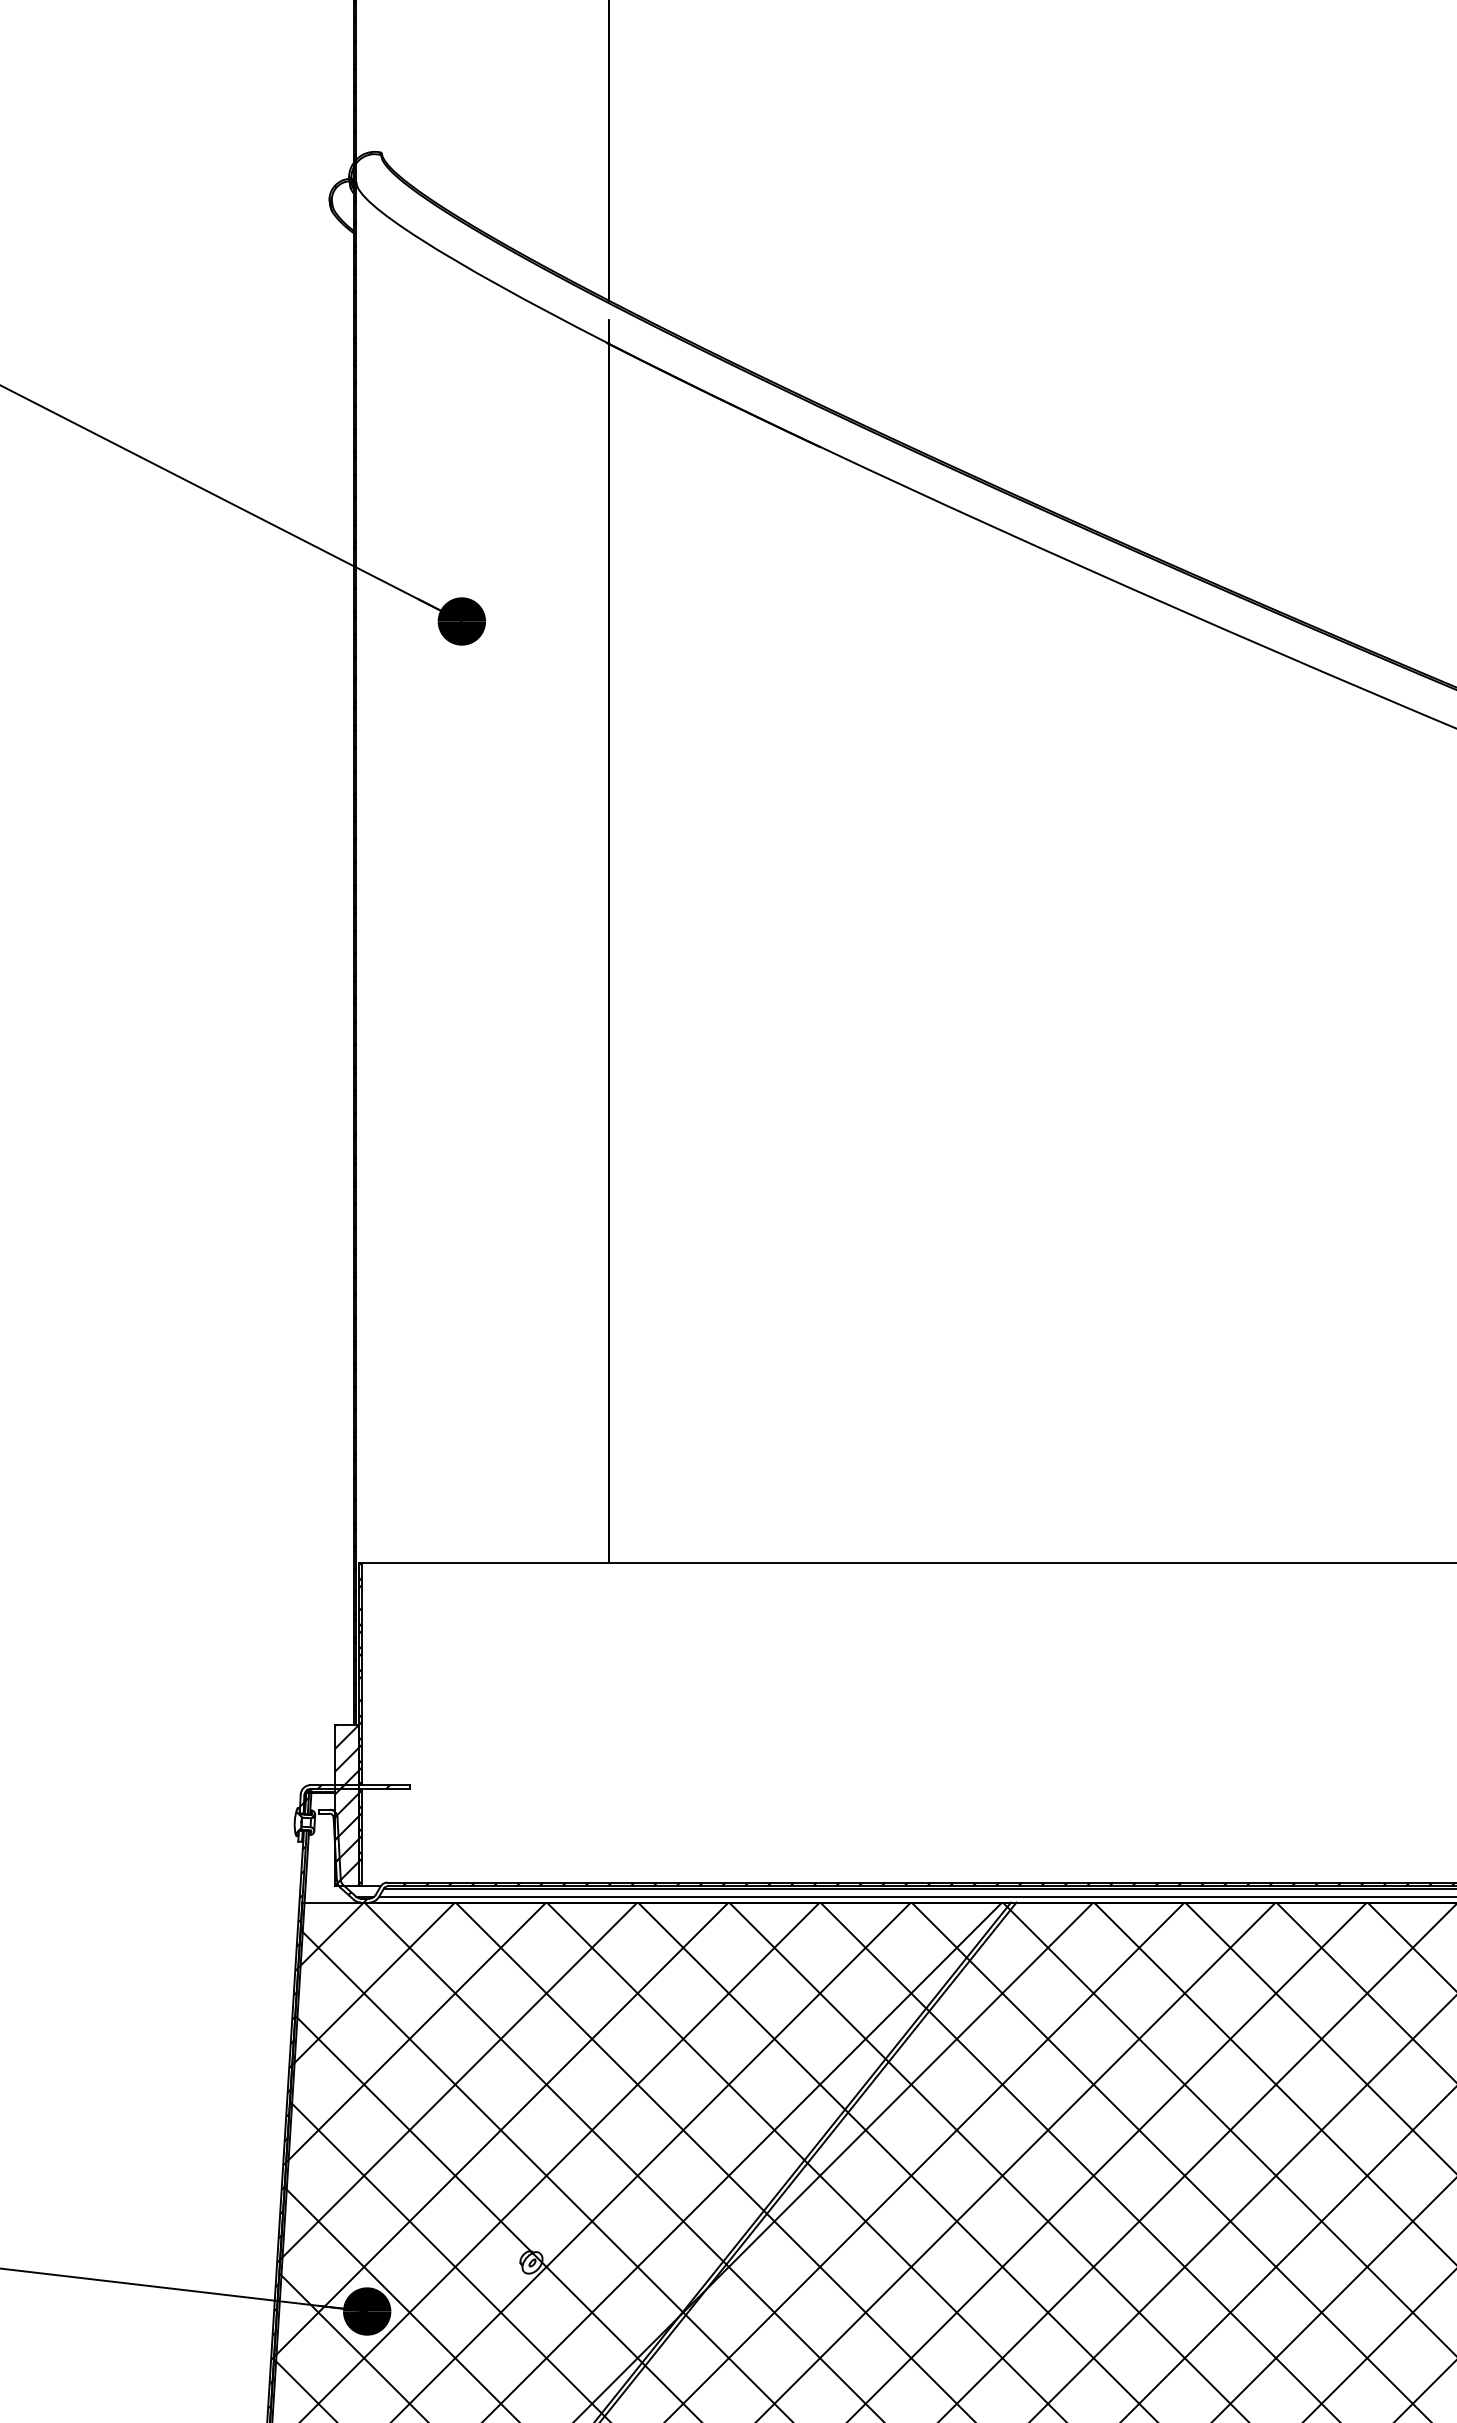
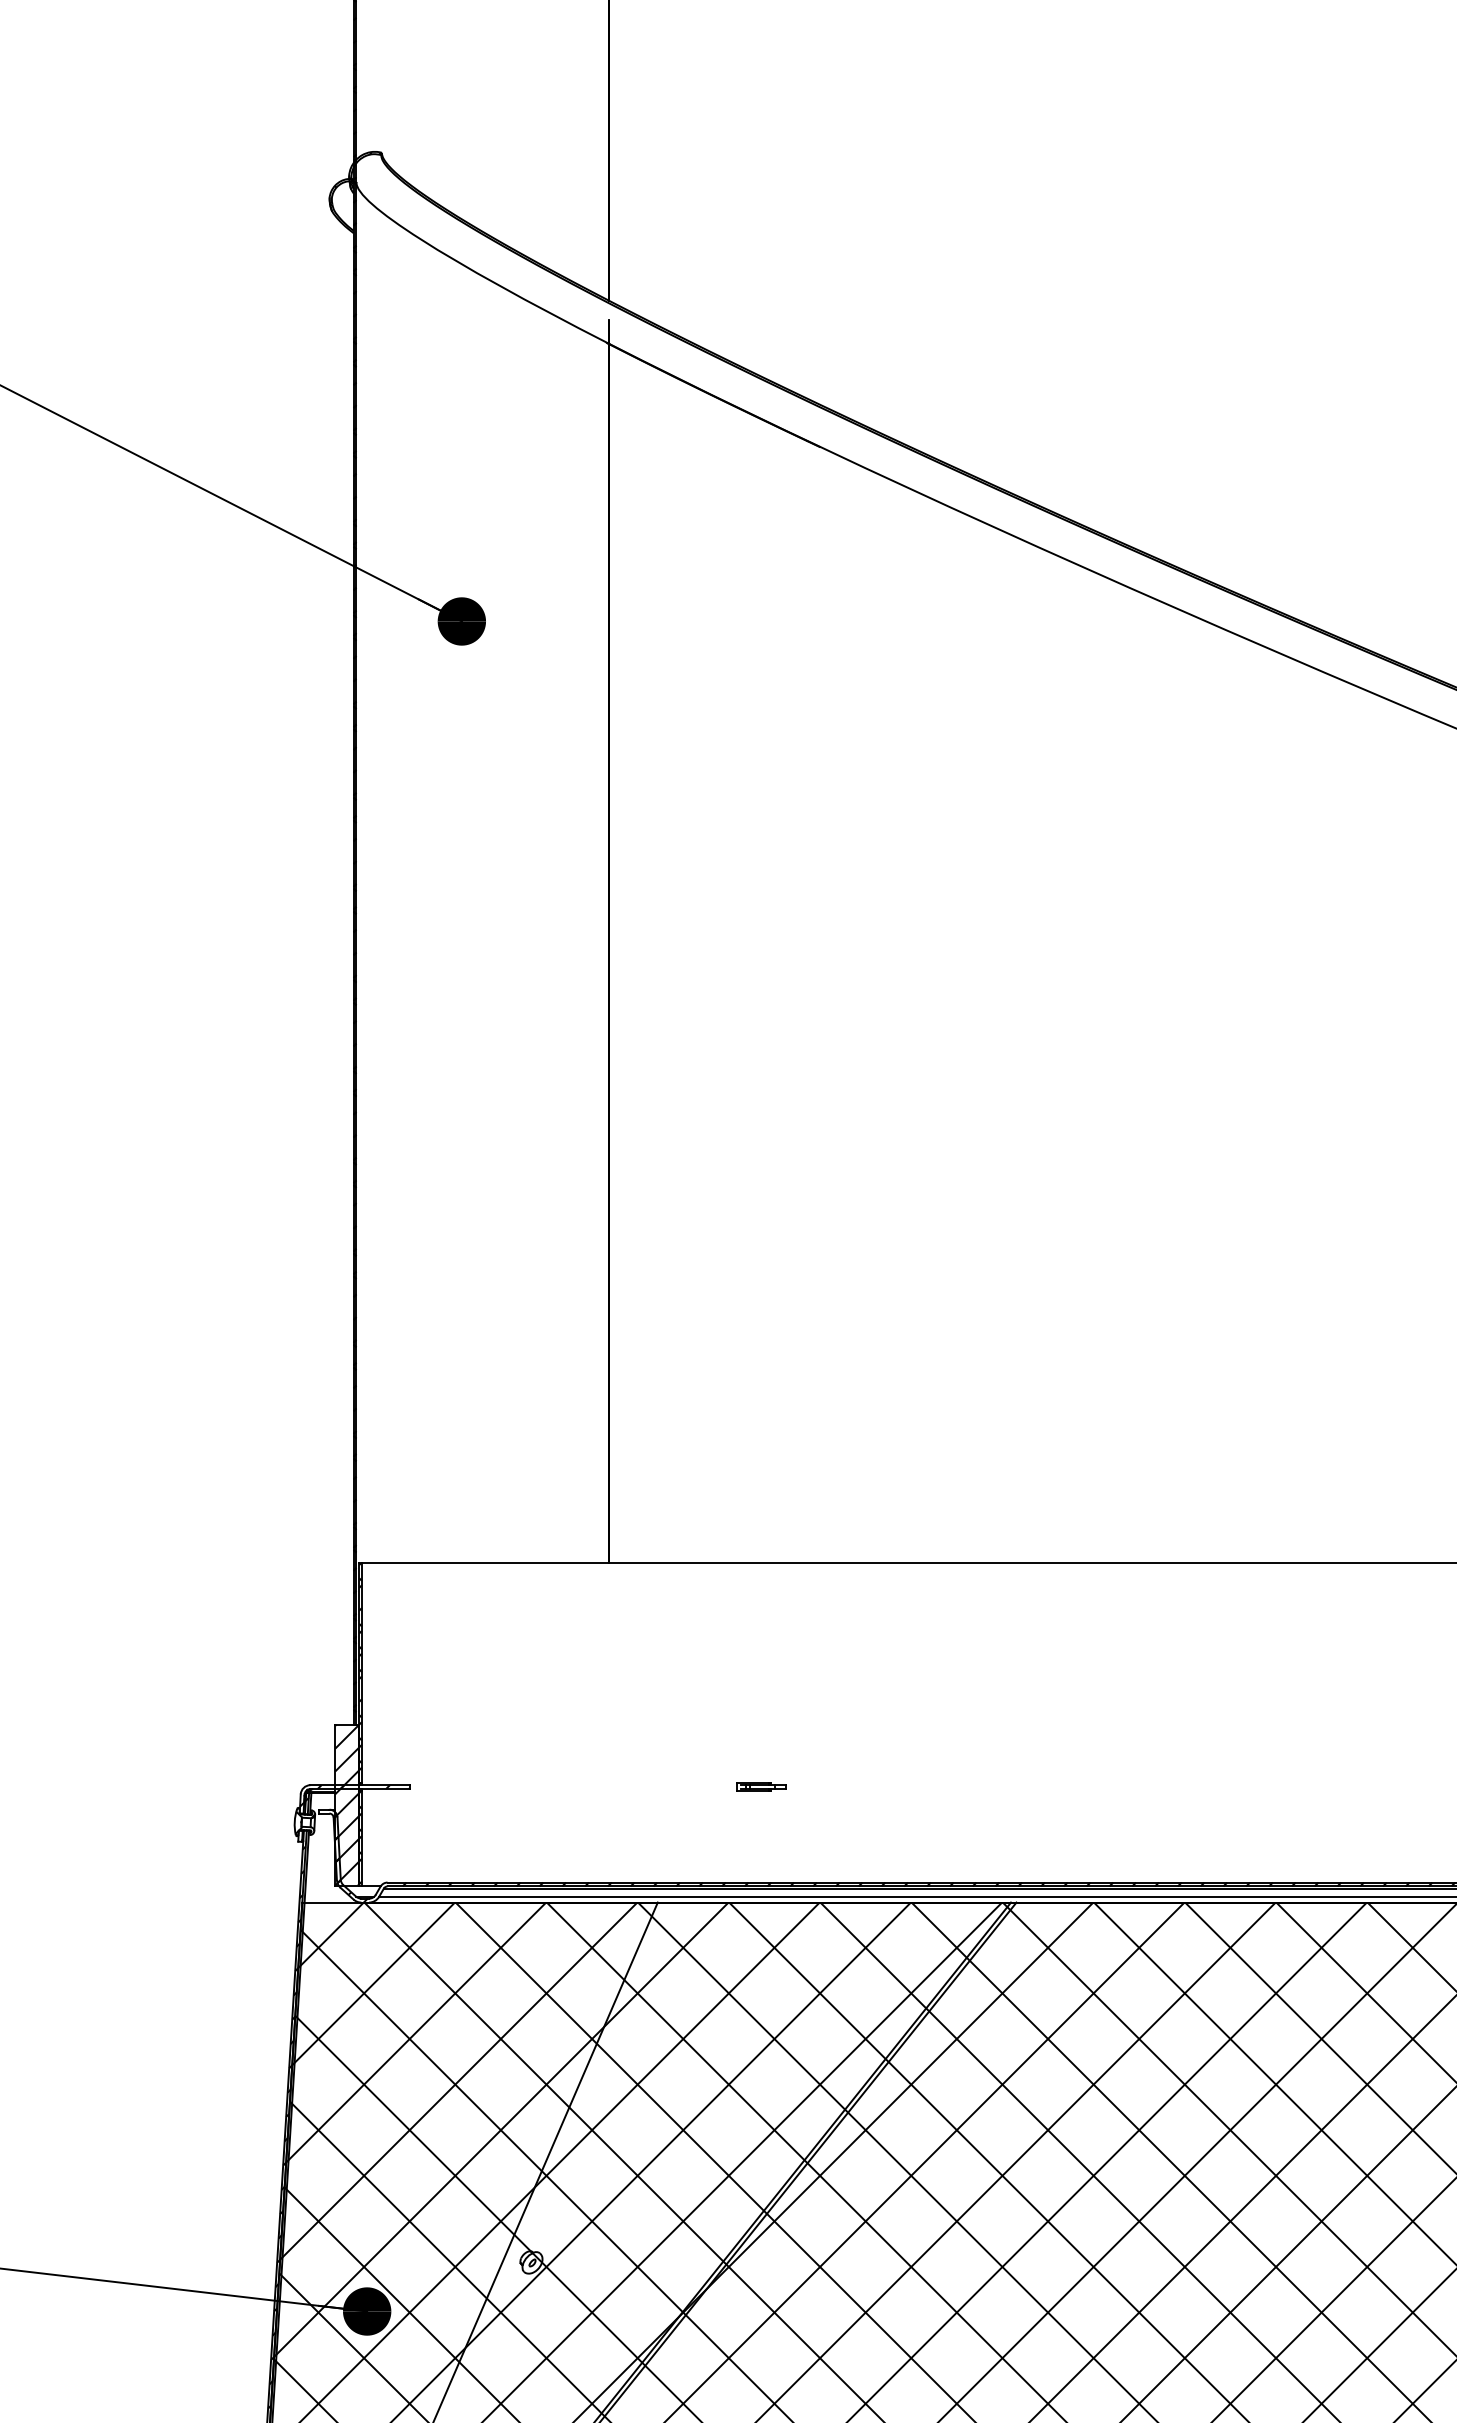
part at (761, 1786): none -> present
line at (545, 2160): none -> present
